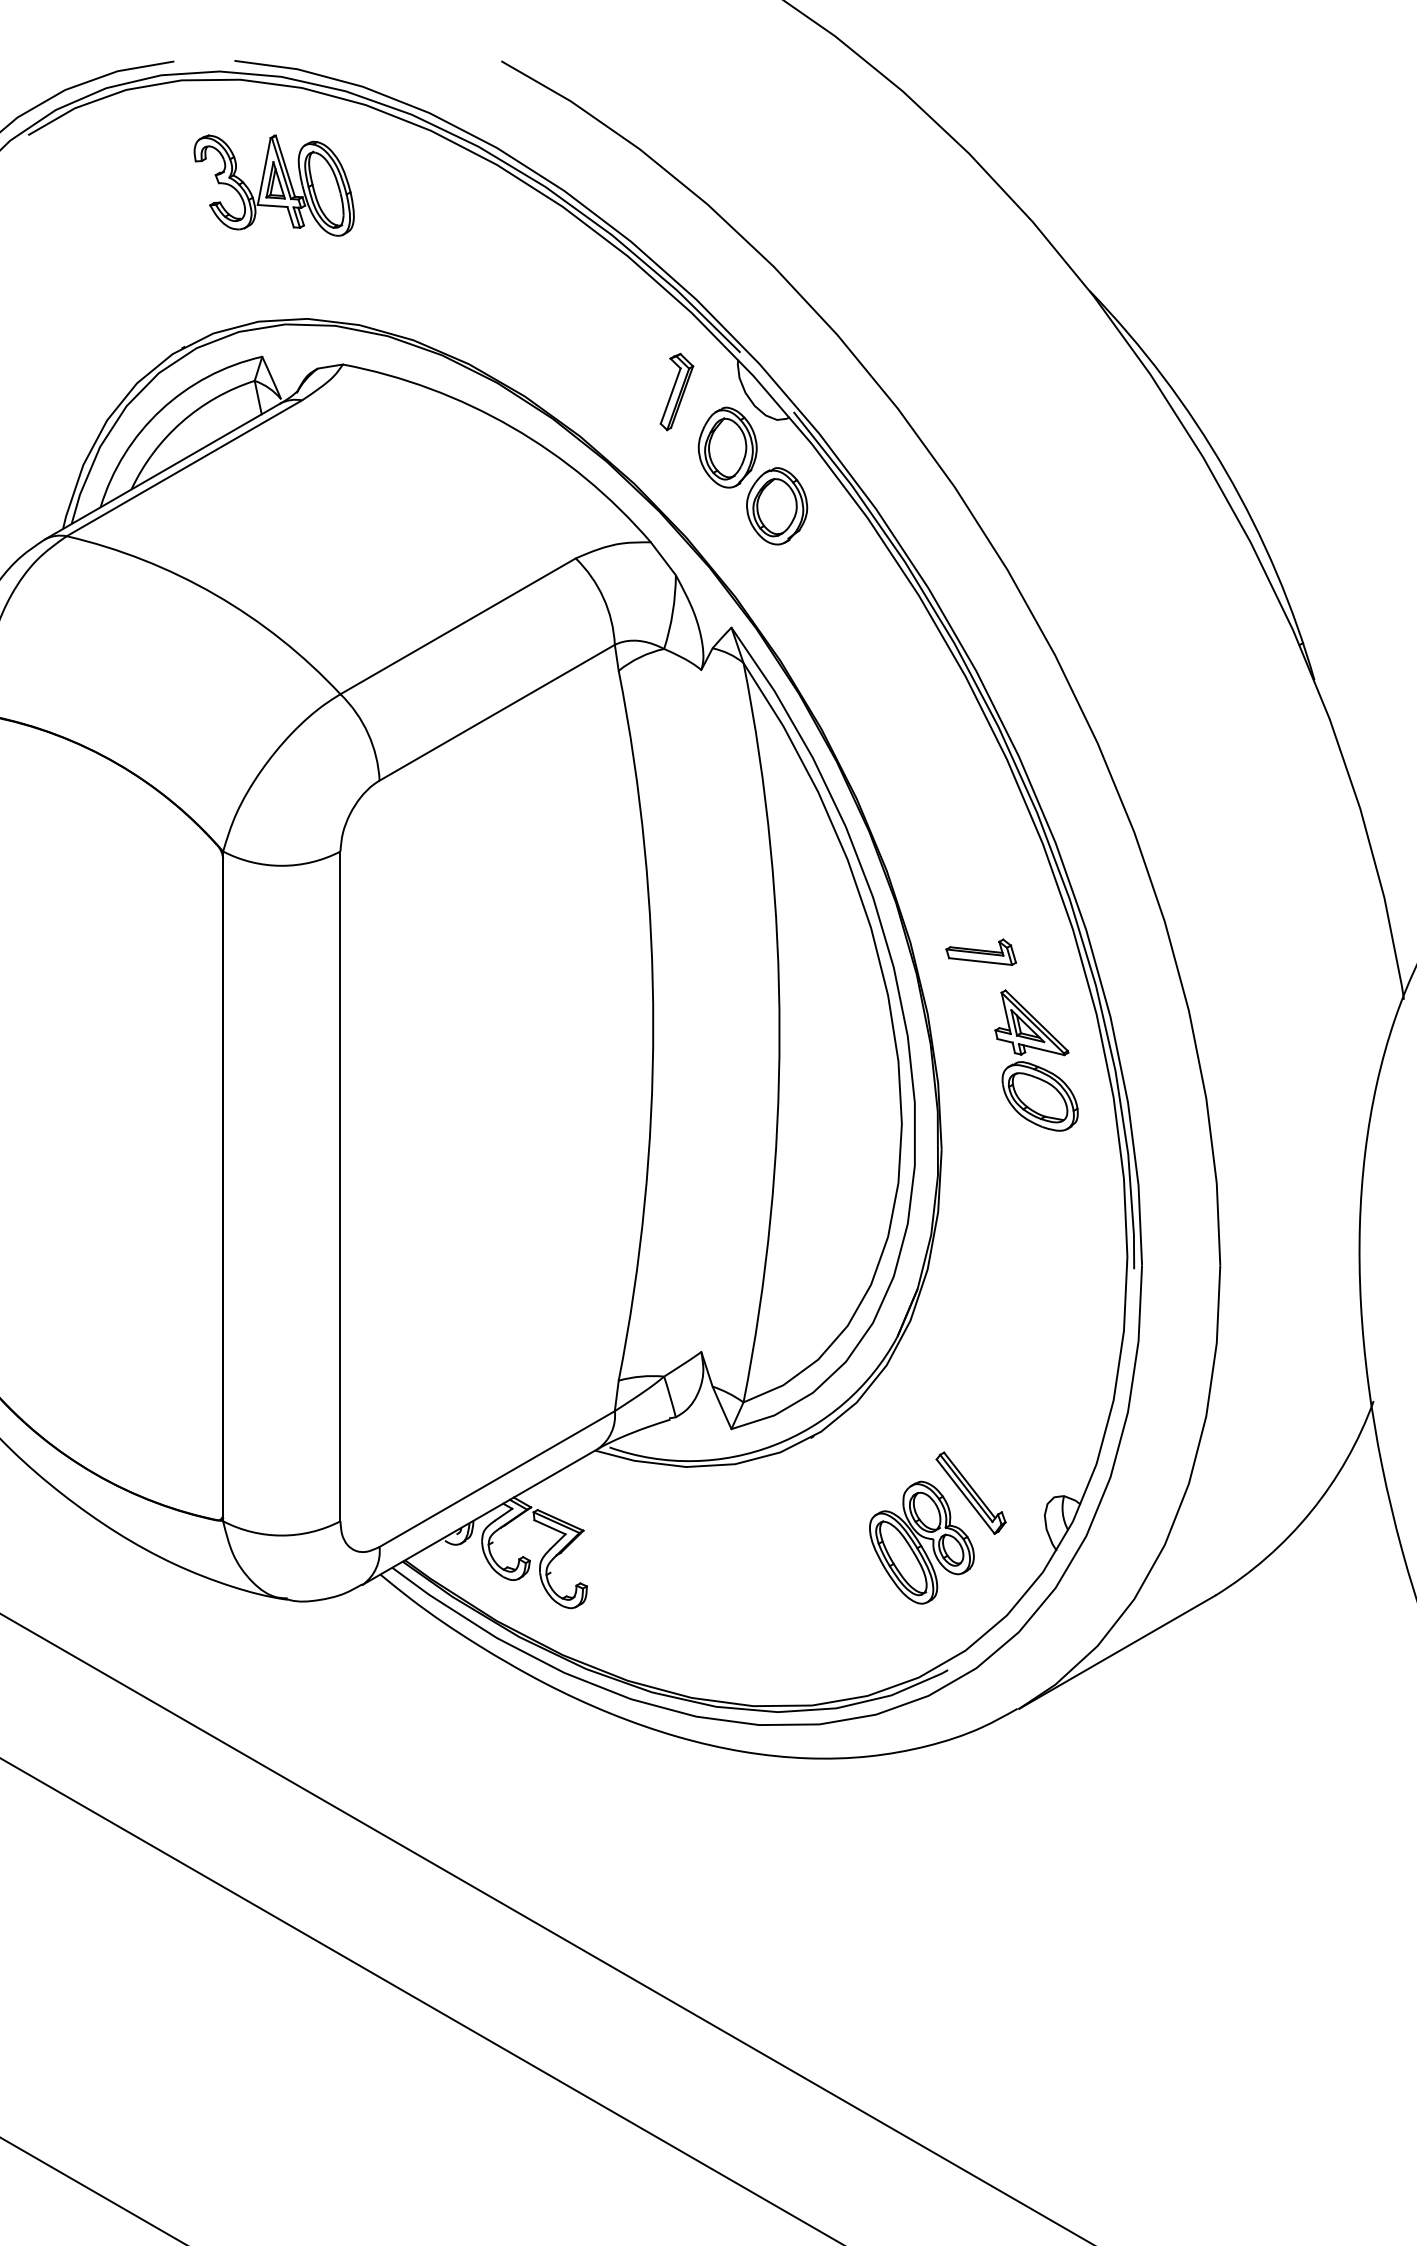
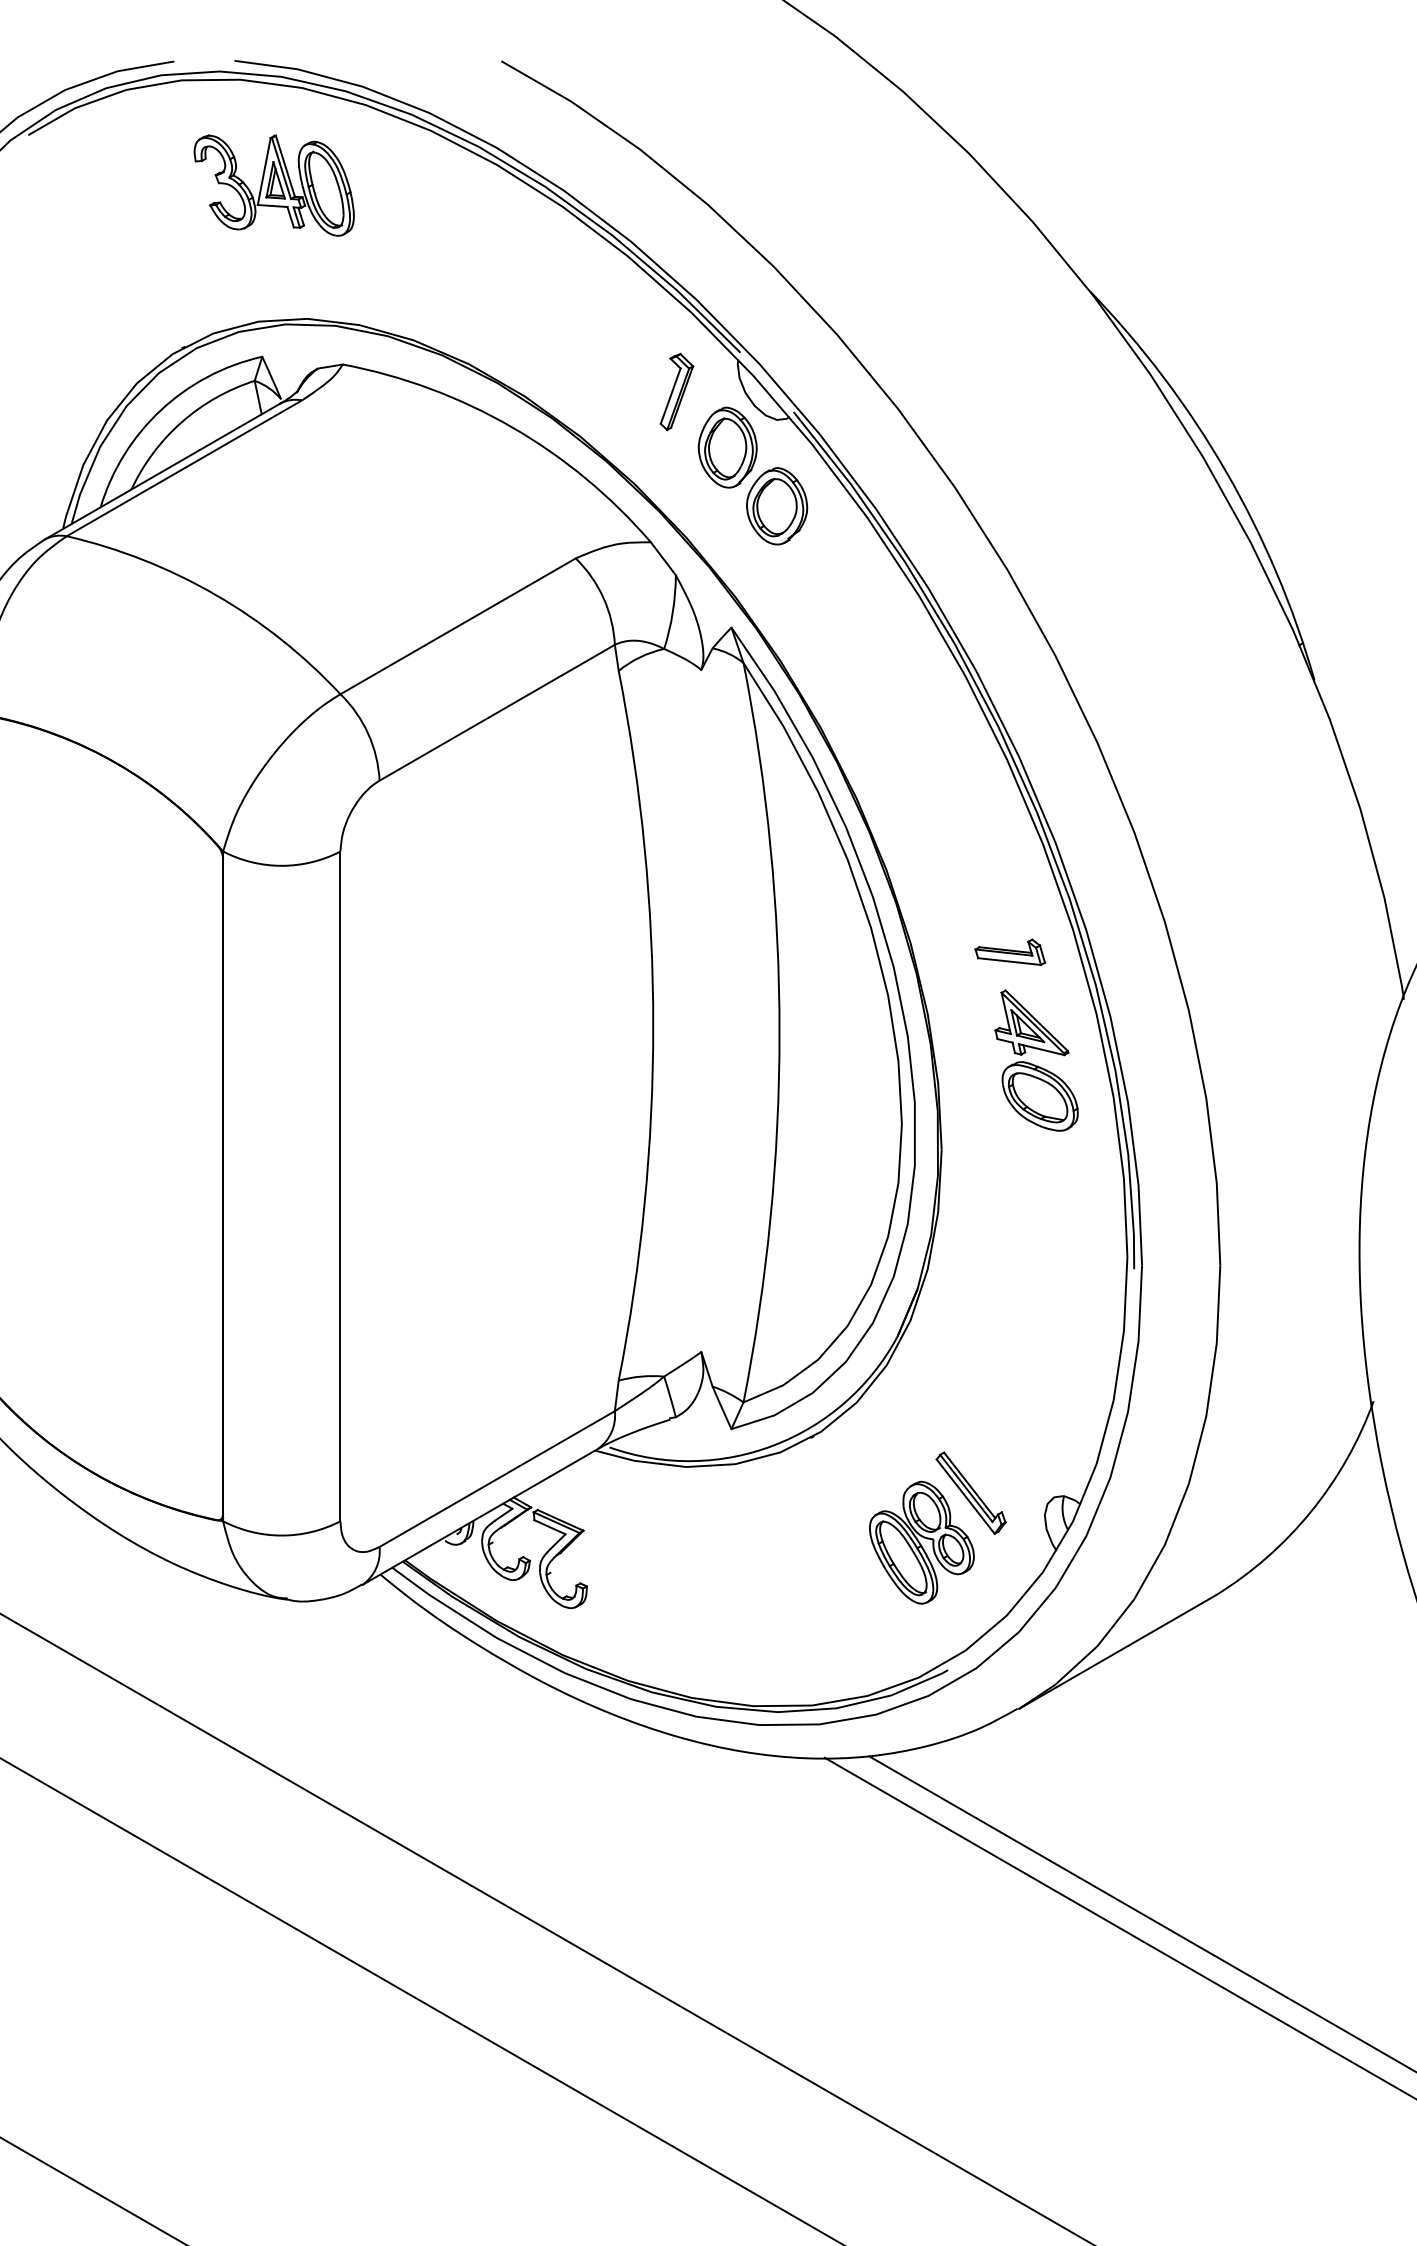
part at (980, 952) position: (980, 952) -> (1009, 952)
line at (1141, 1913): none -> present
line at (1118, 1927): none -> present
